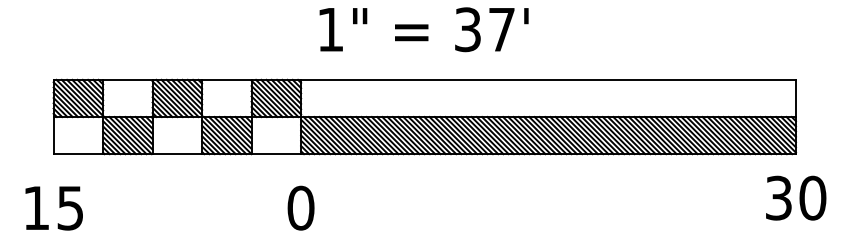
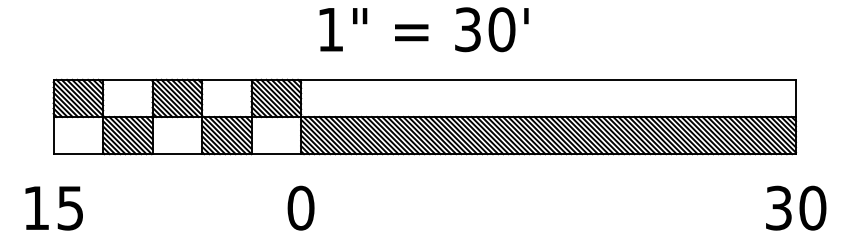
text at (501, 29): 37' -> 30'
text at (796, 197) position: (796, 197) -> (796, 207)
